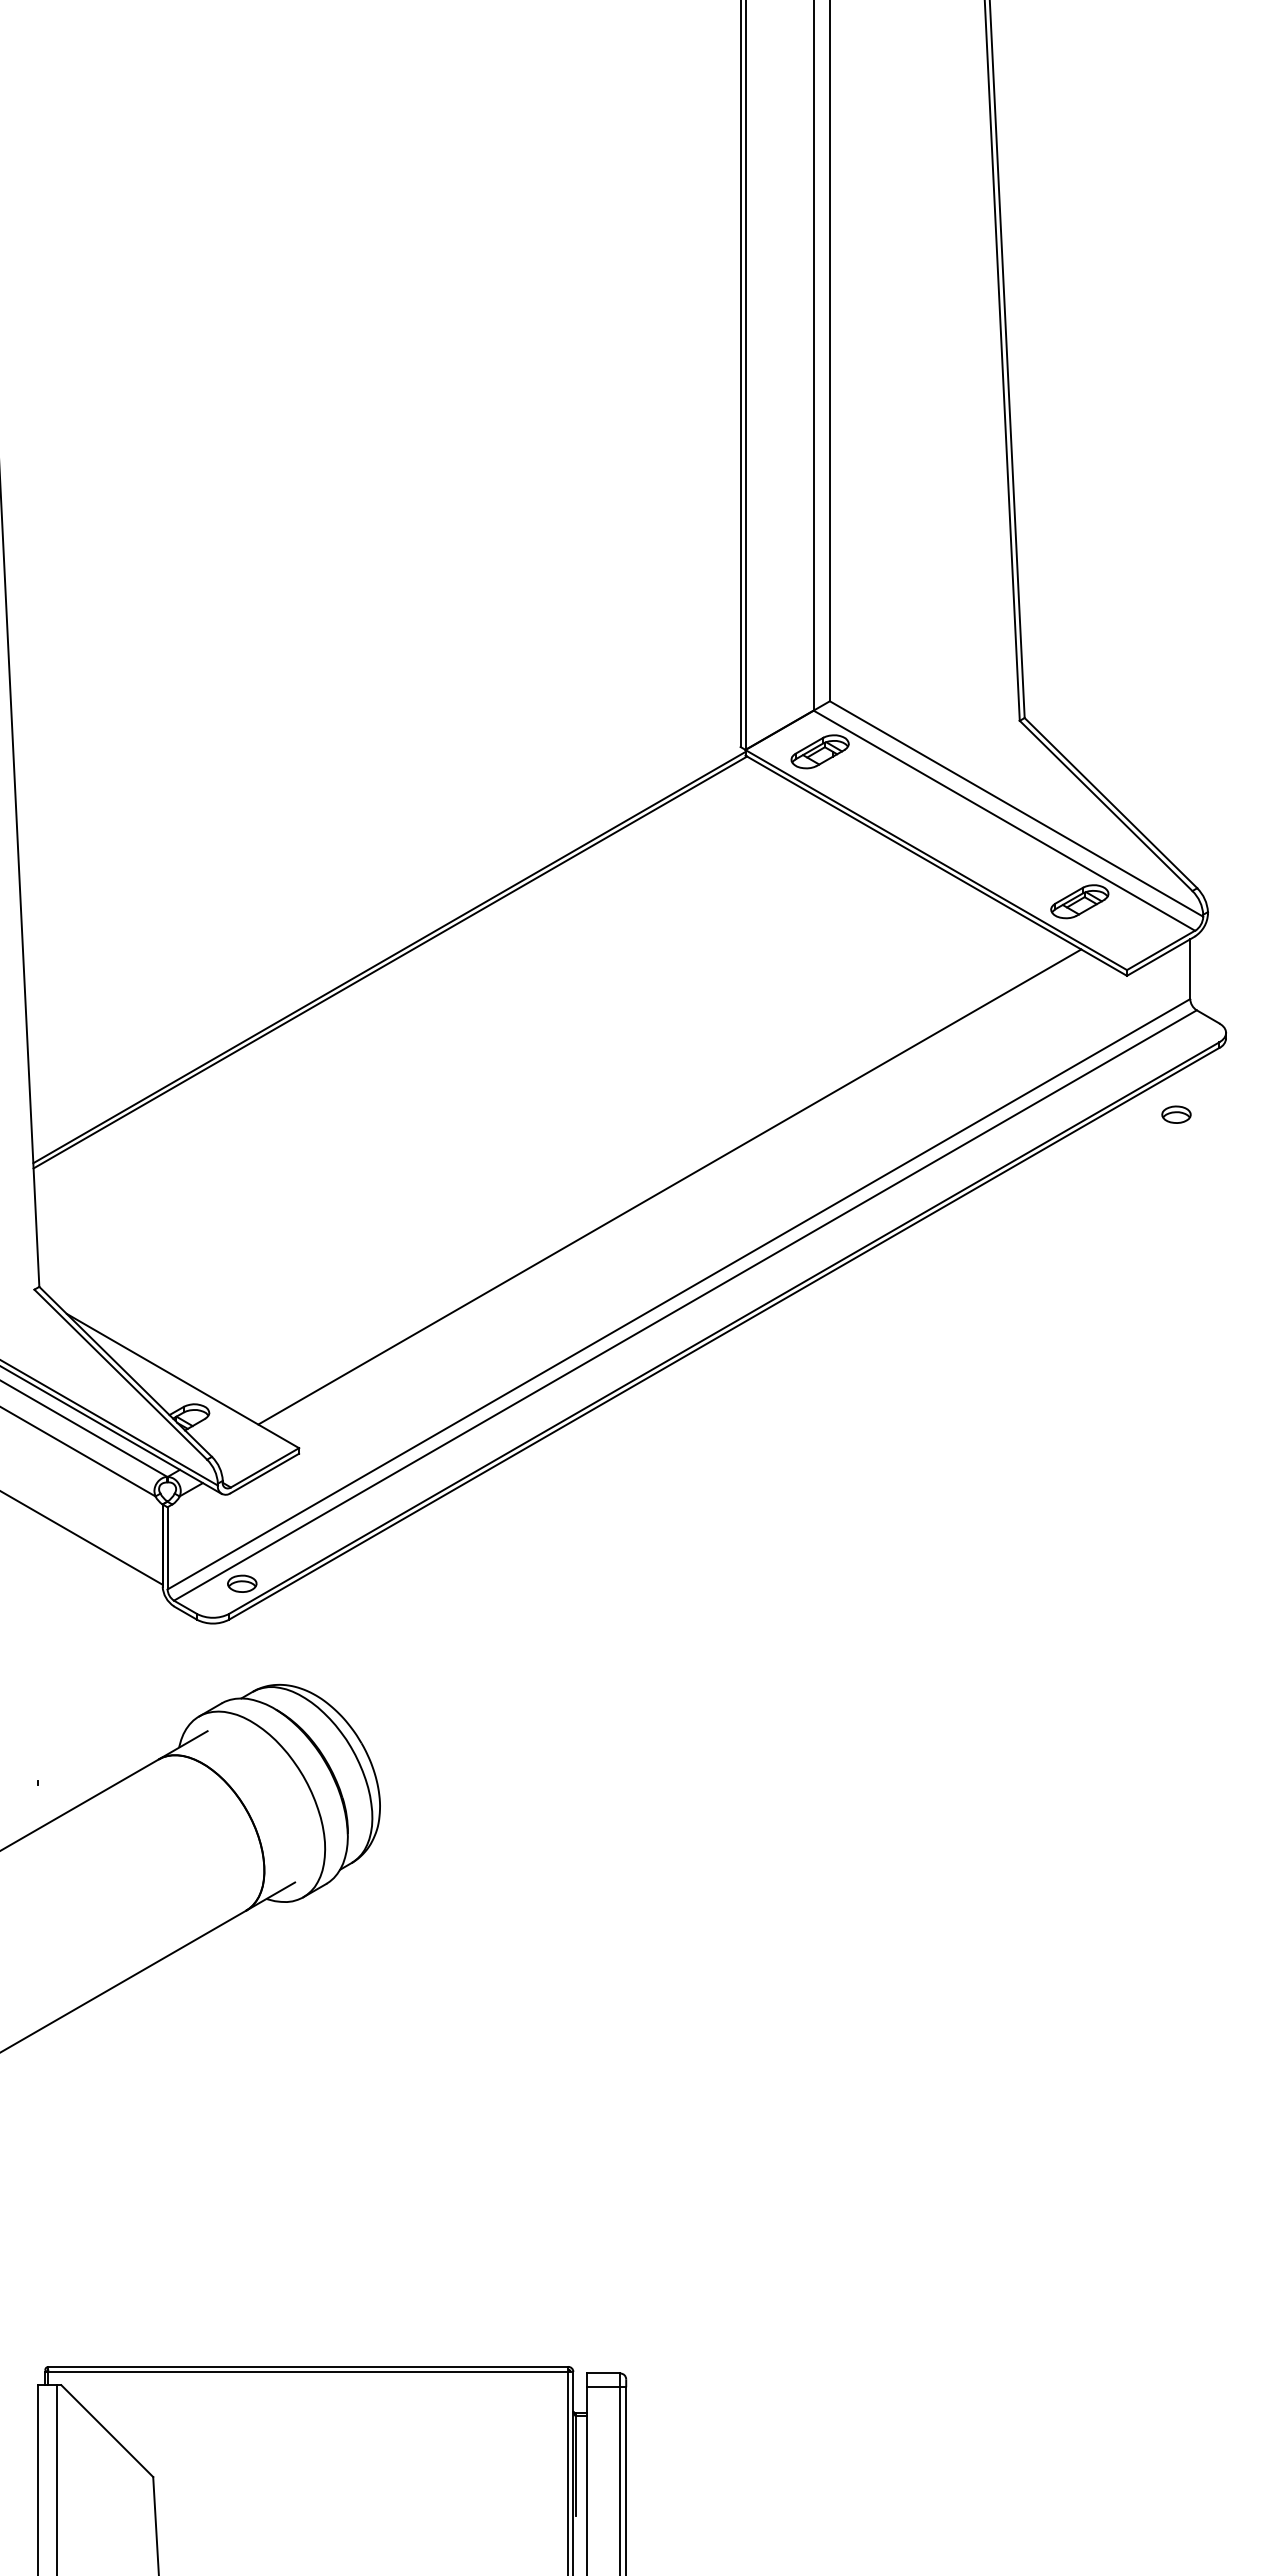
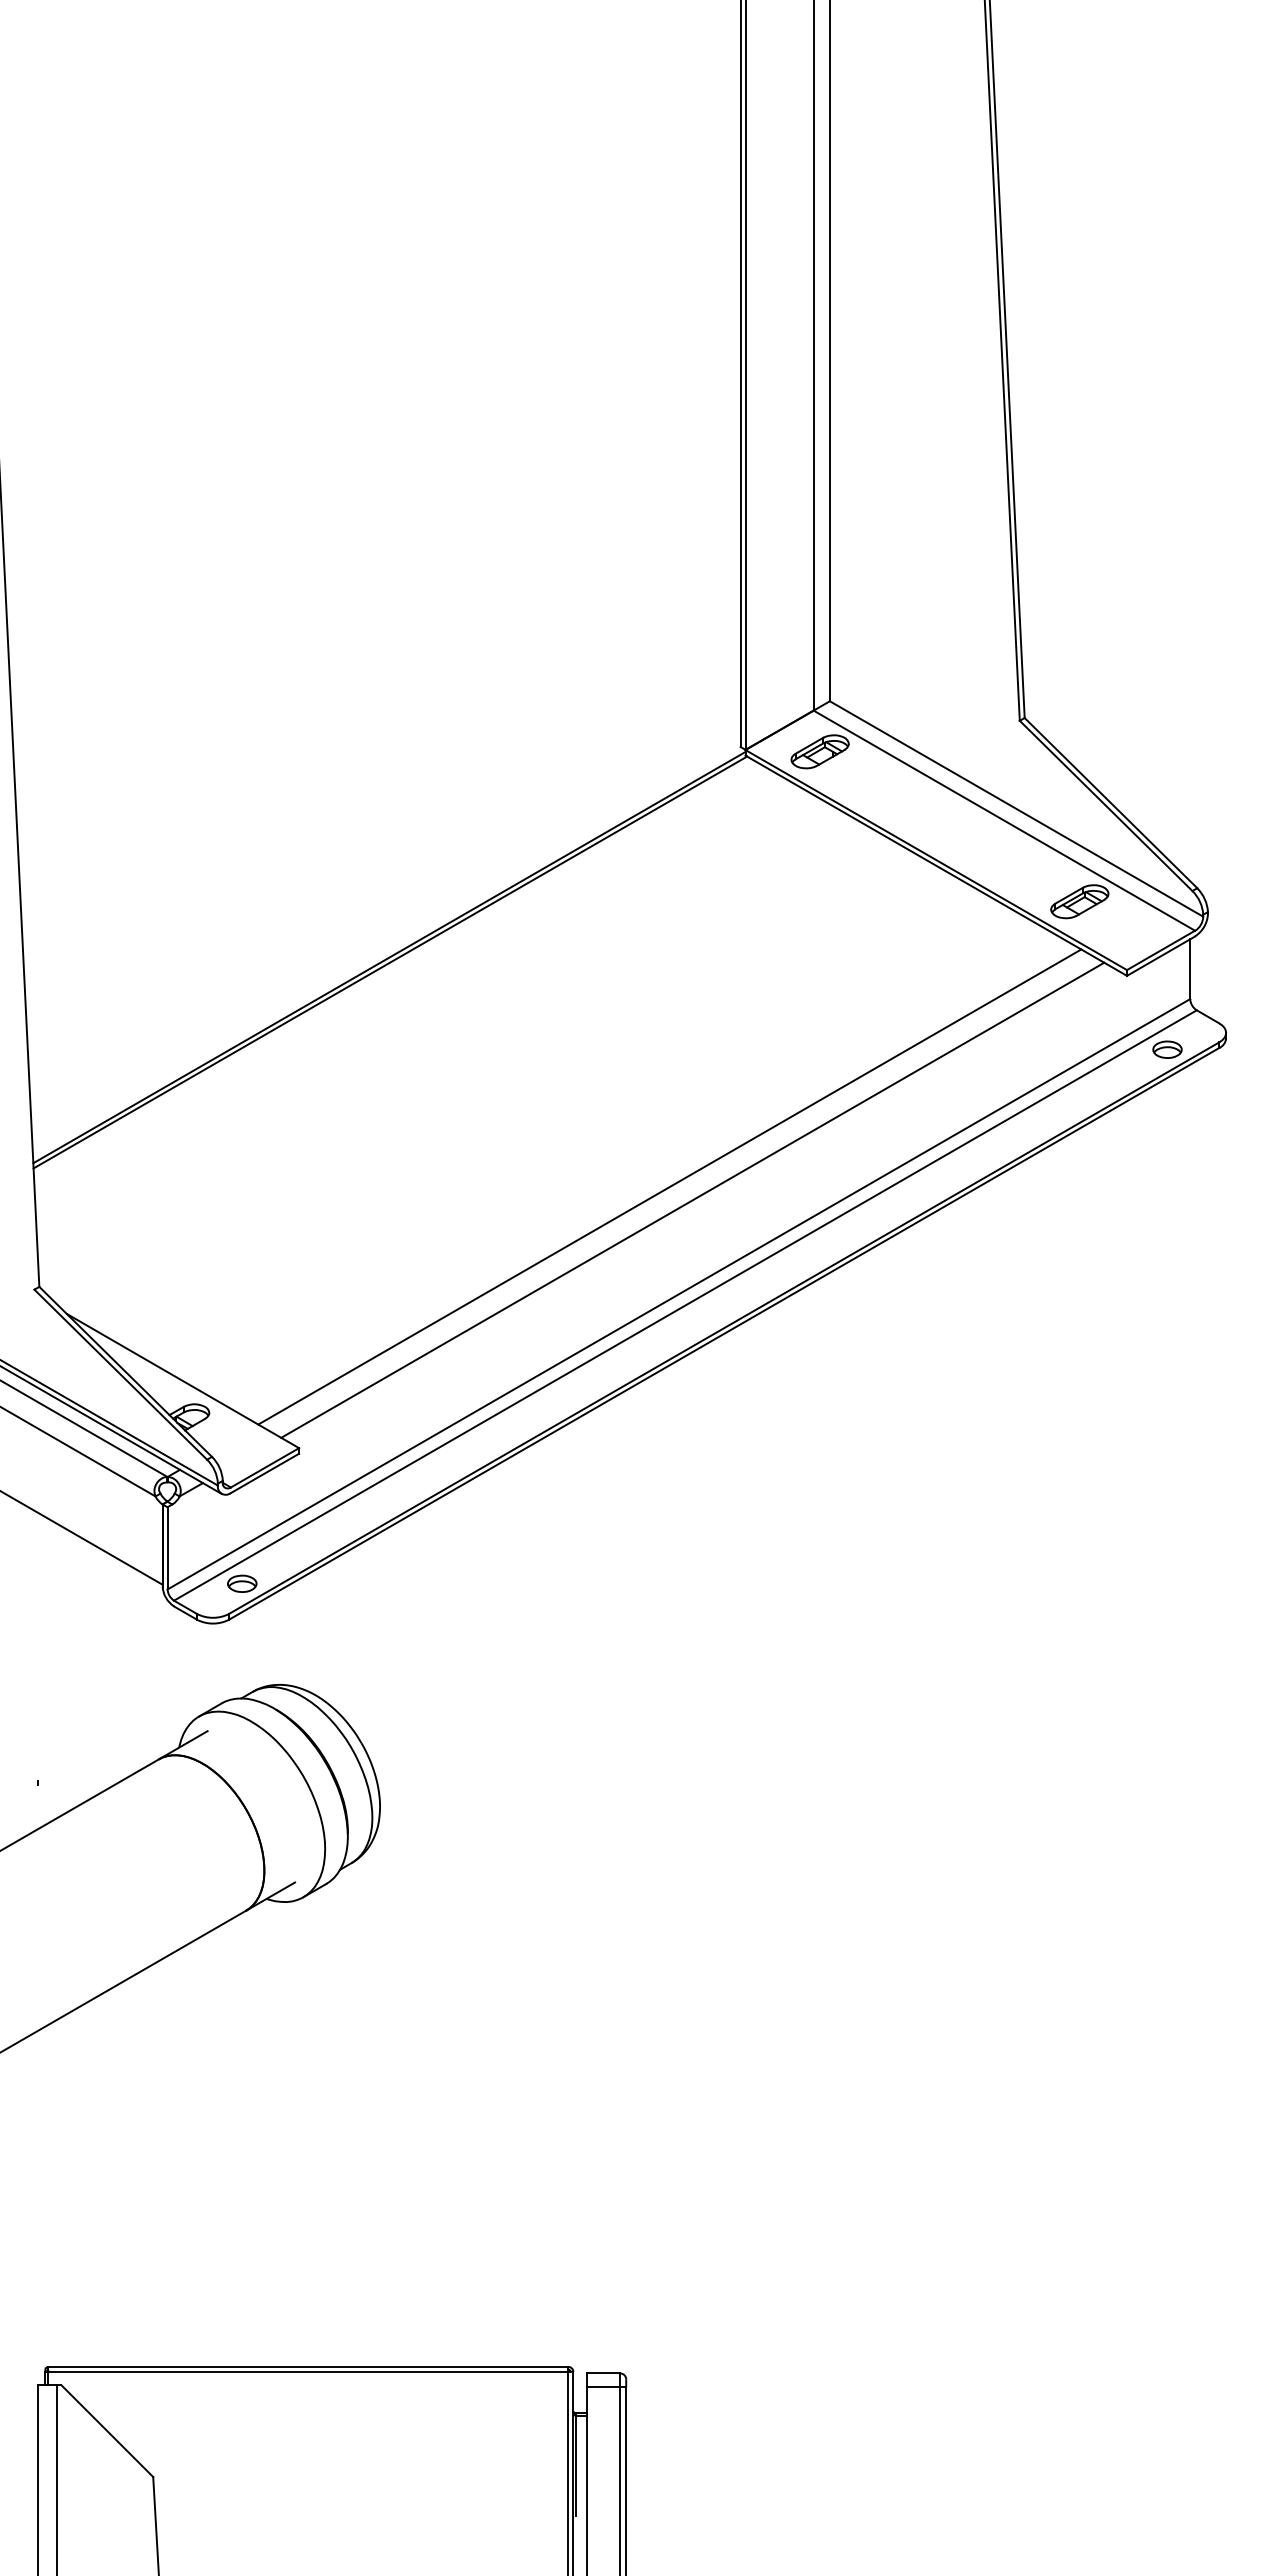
part at (1176, 1114) position: (1176, 1114) -> (1167, 1049)
line at (692, 1199): none -> present
